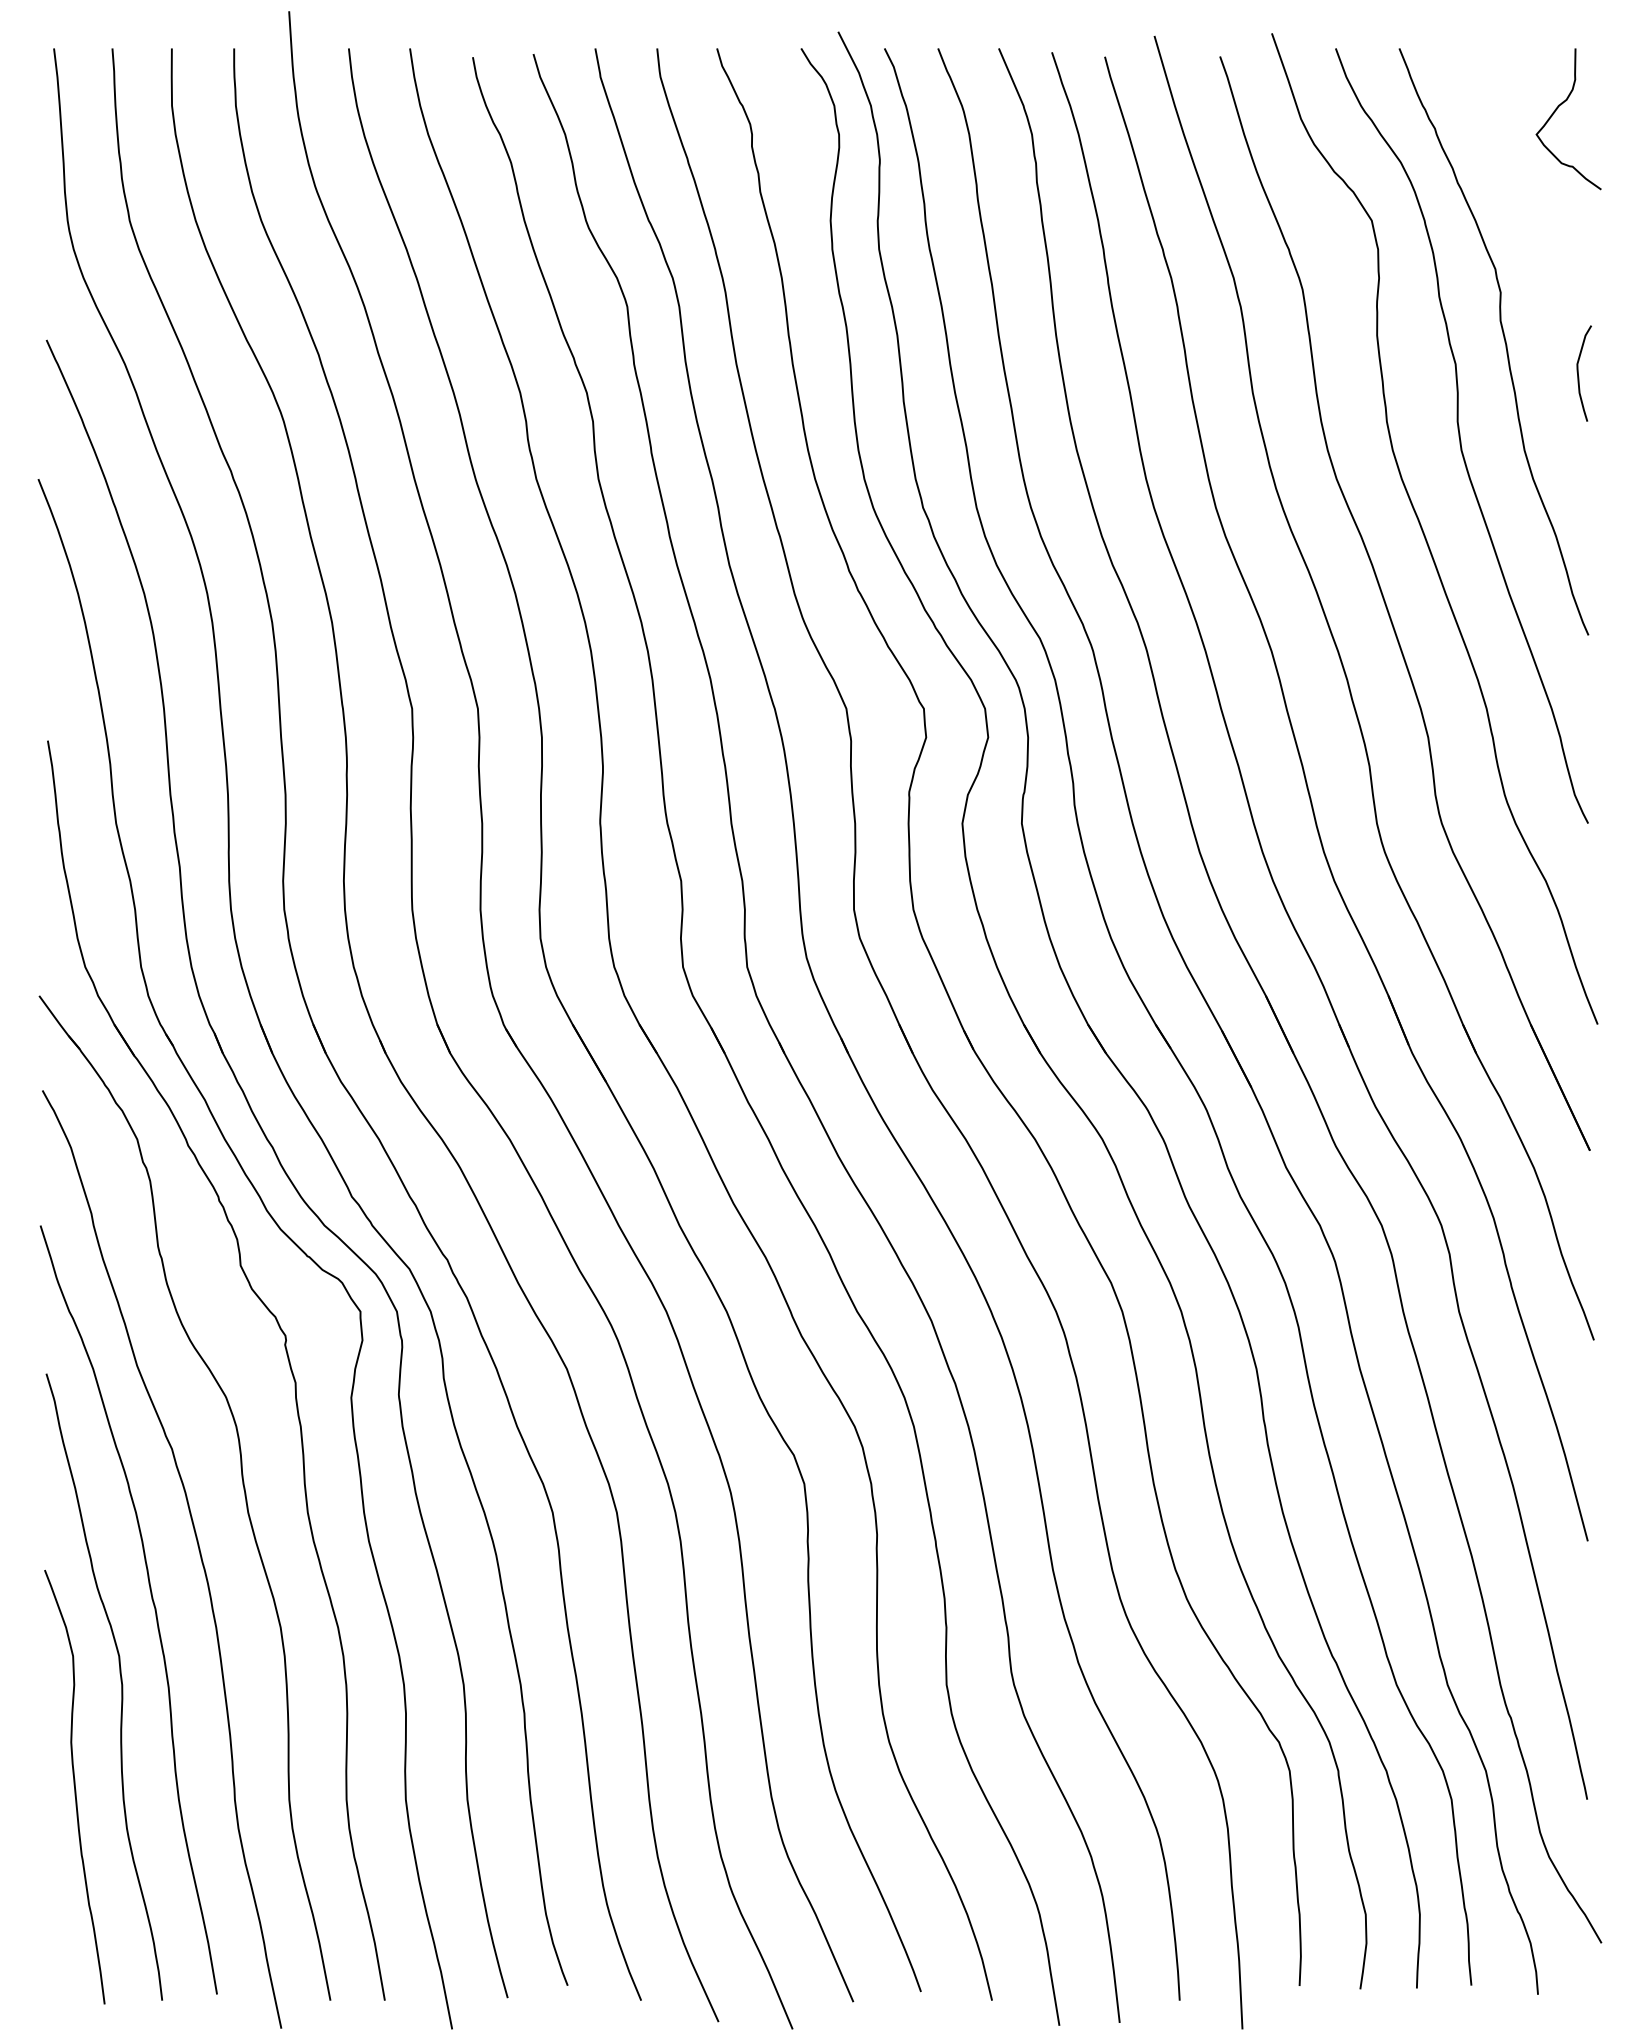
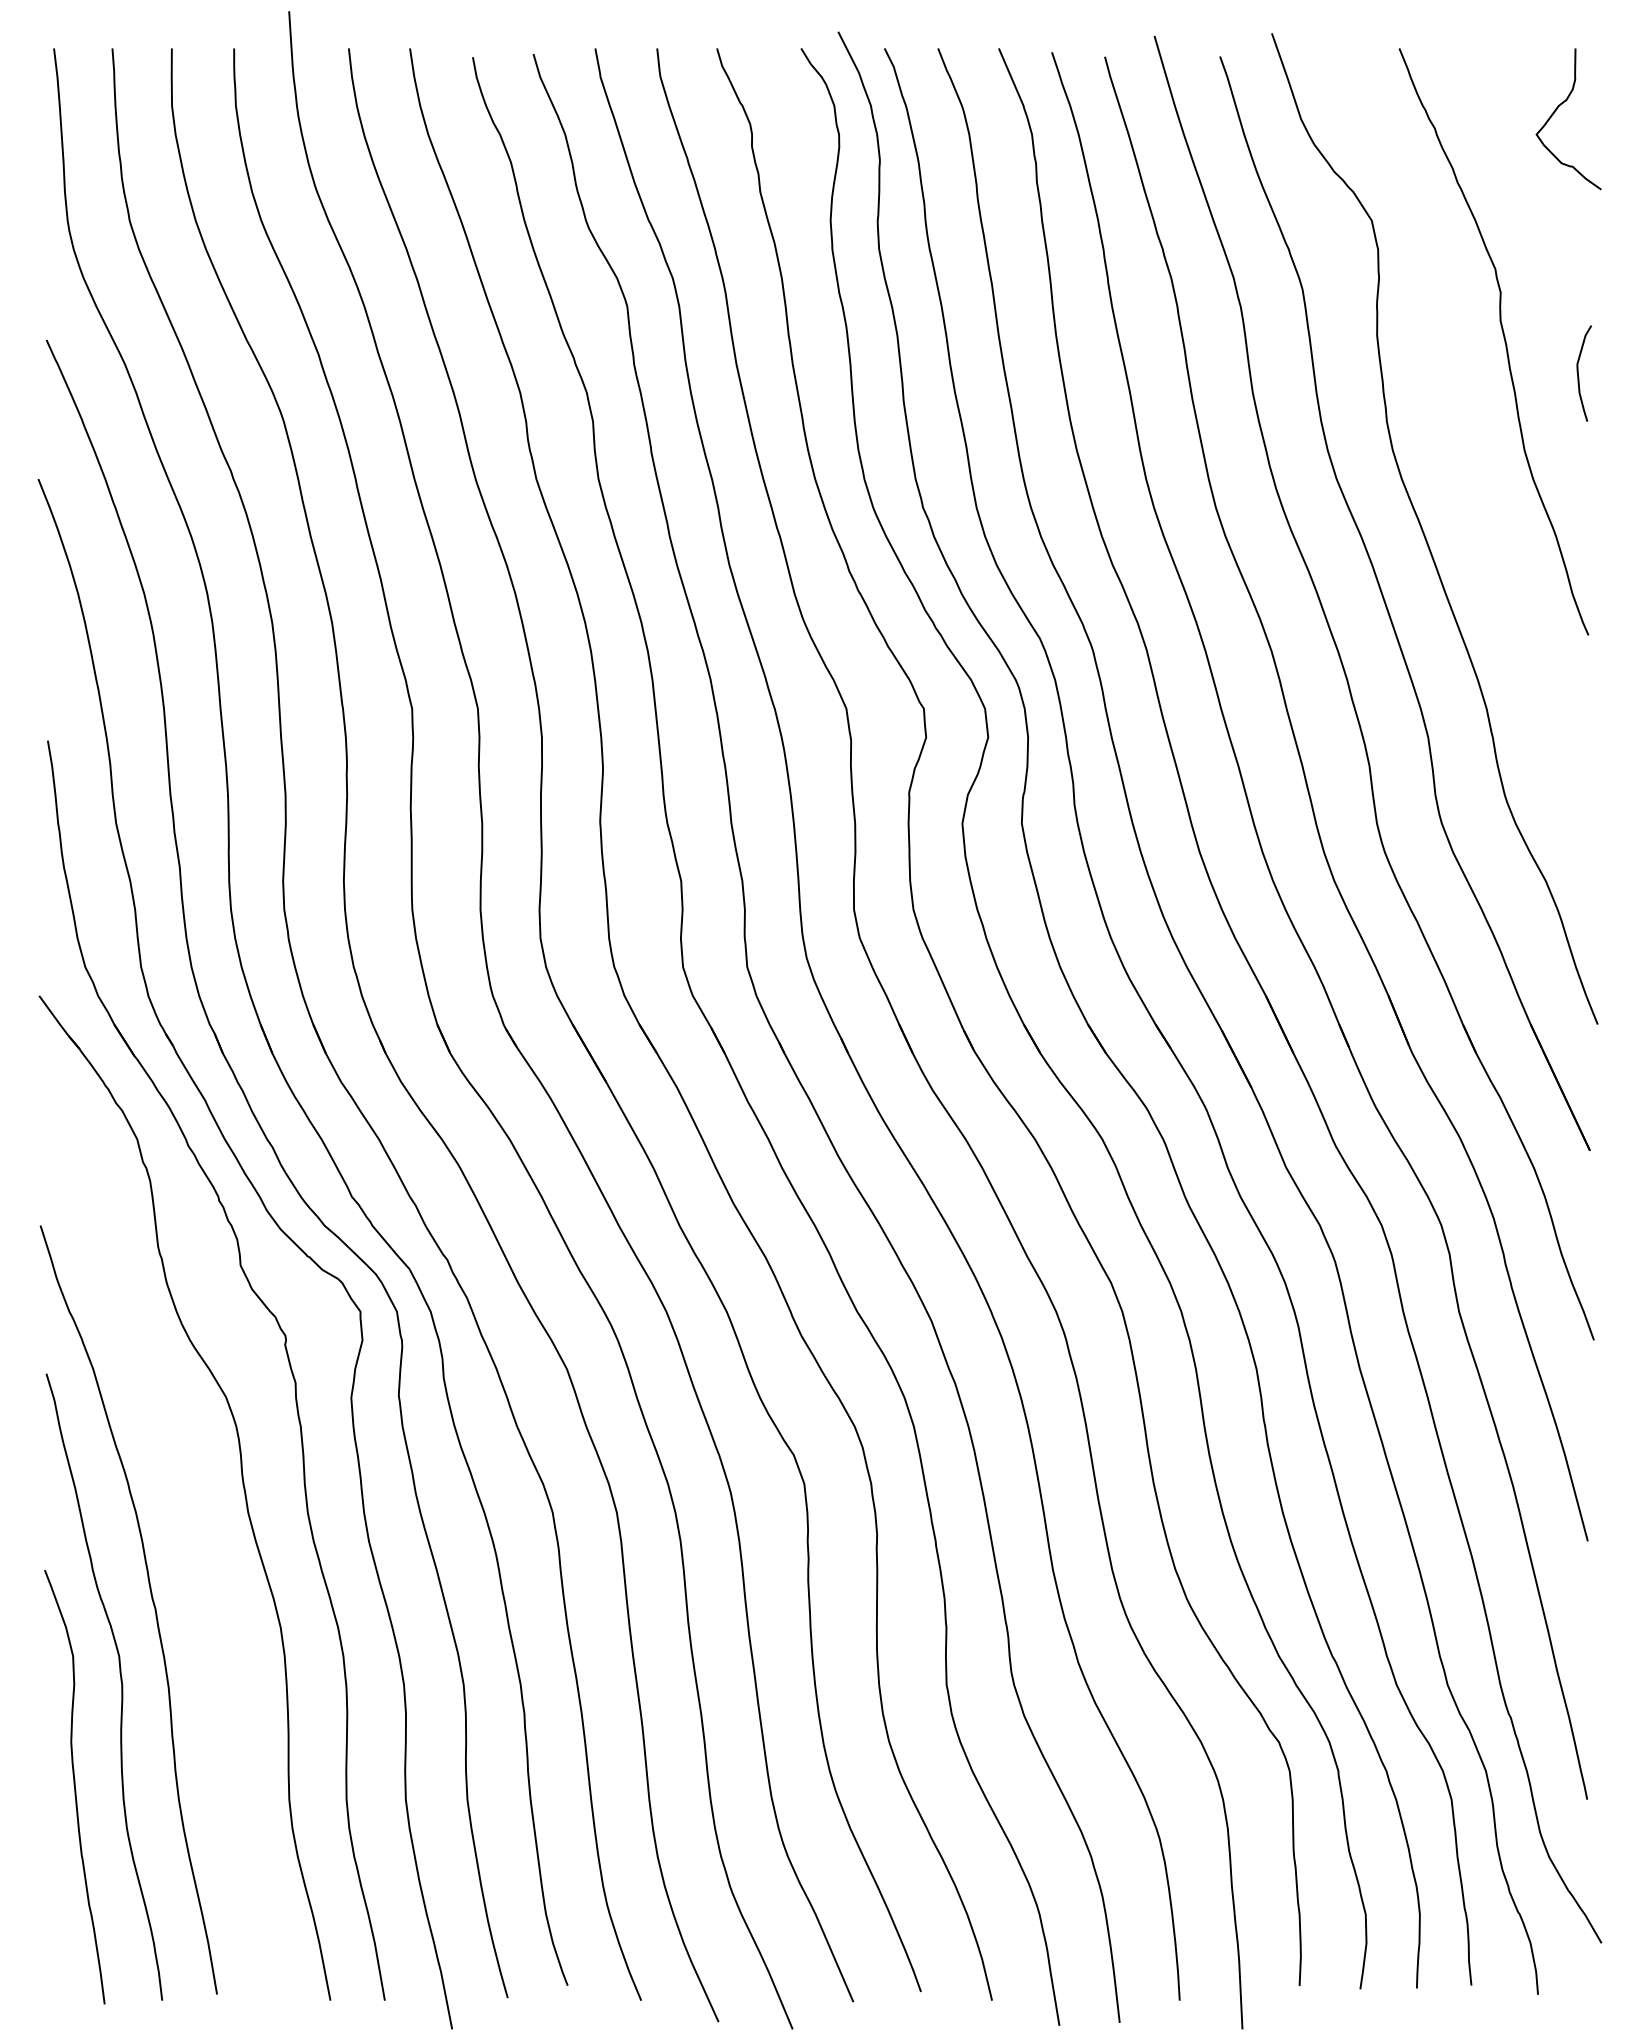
curve at (1460, 435): present -> none
curve at (198, 1550): present -> none
